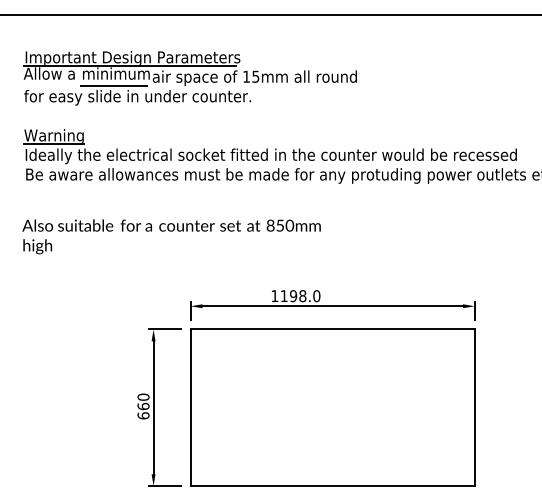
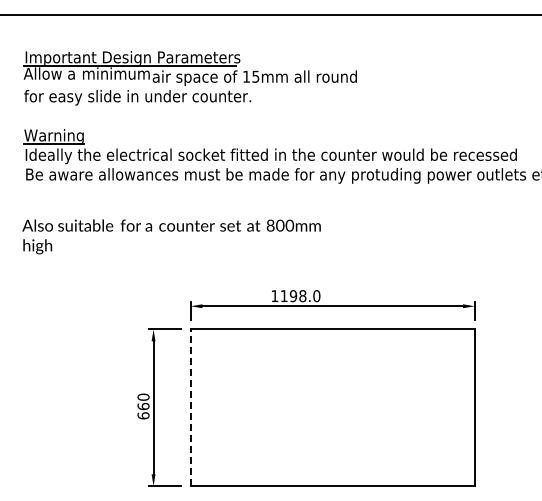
line at (113, 85): present -> none
text at (280, 225): 850mm -> 800mm
line at (190, 407): solid -> dashed
